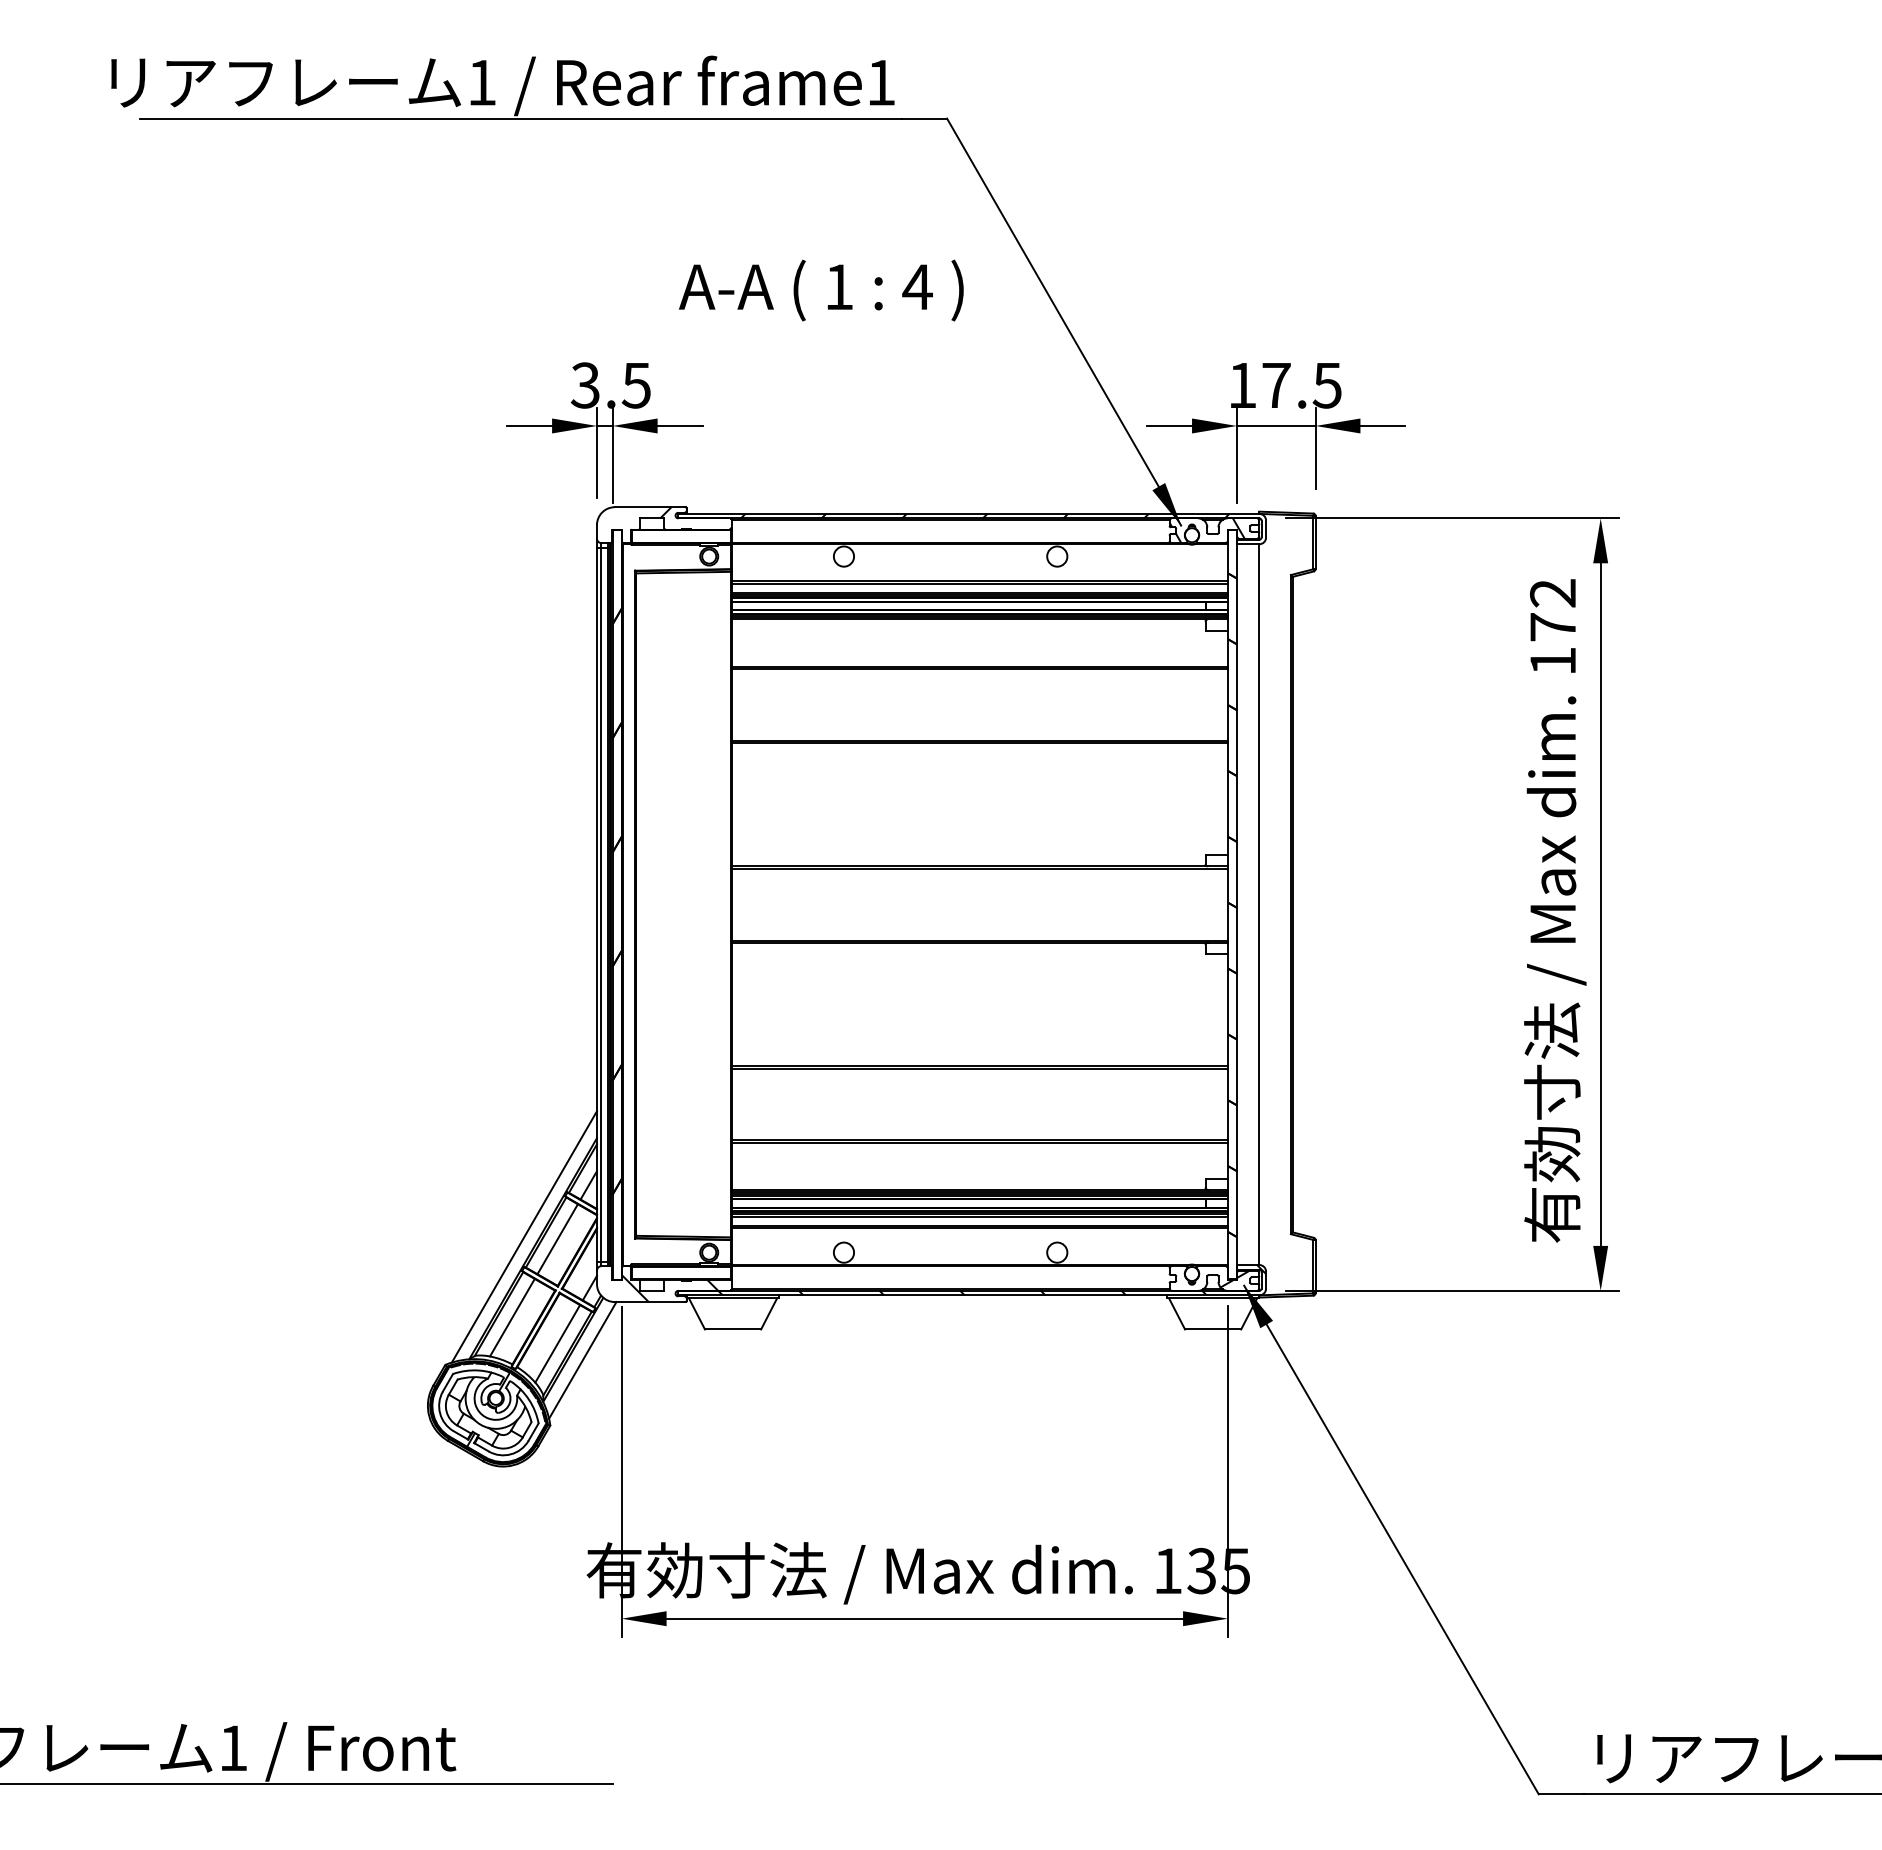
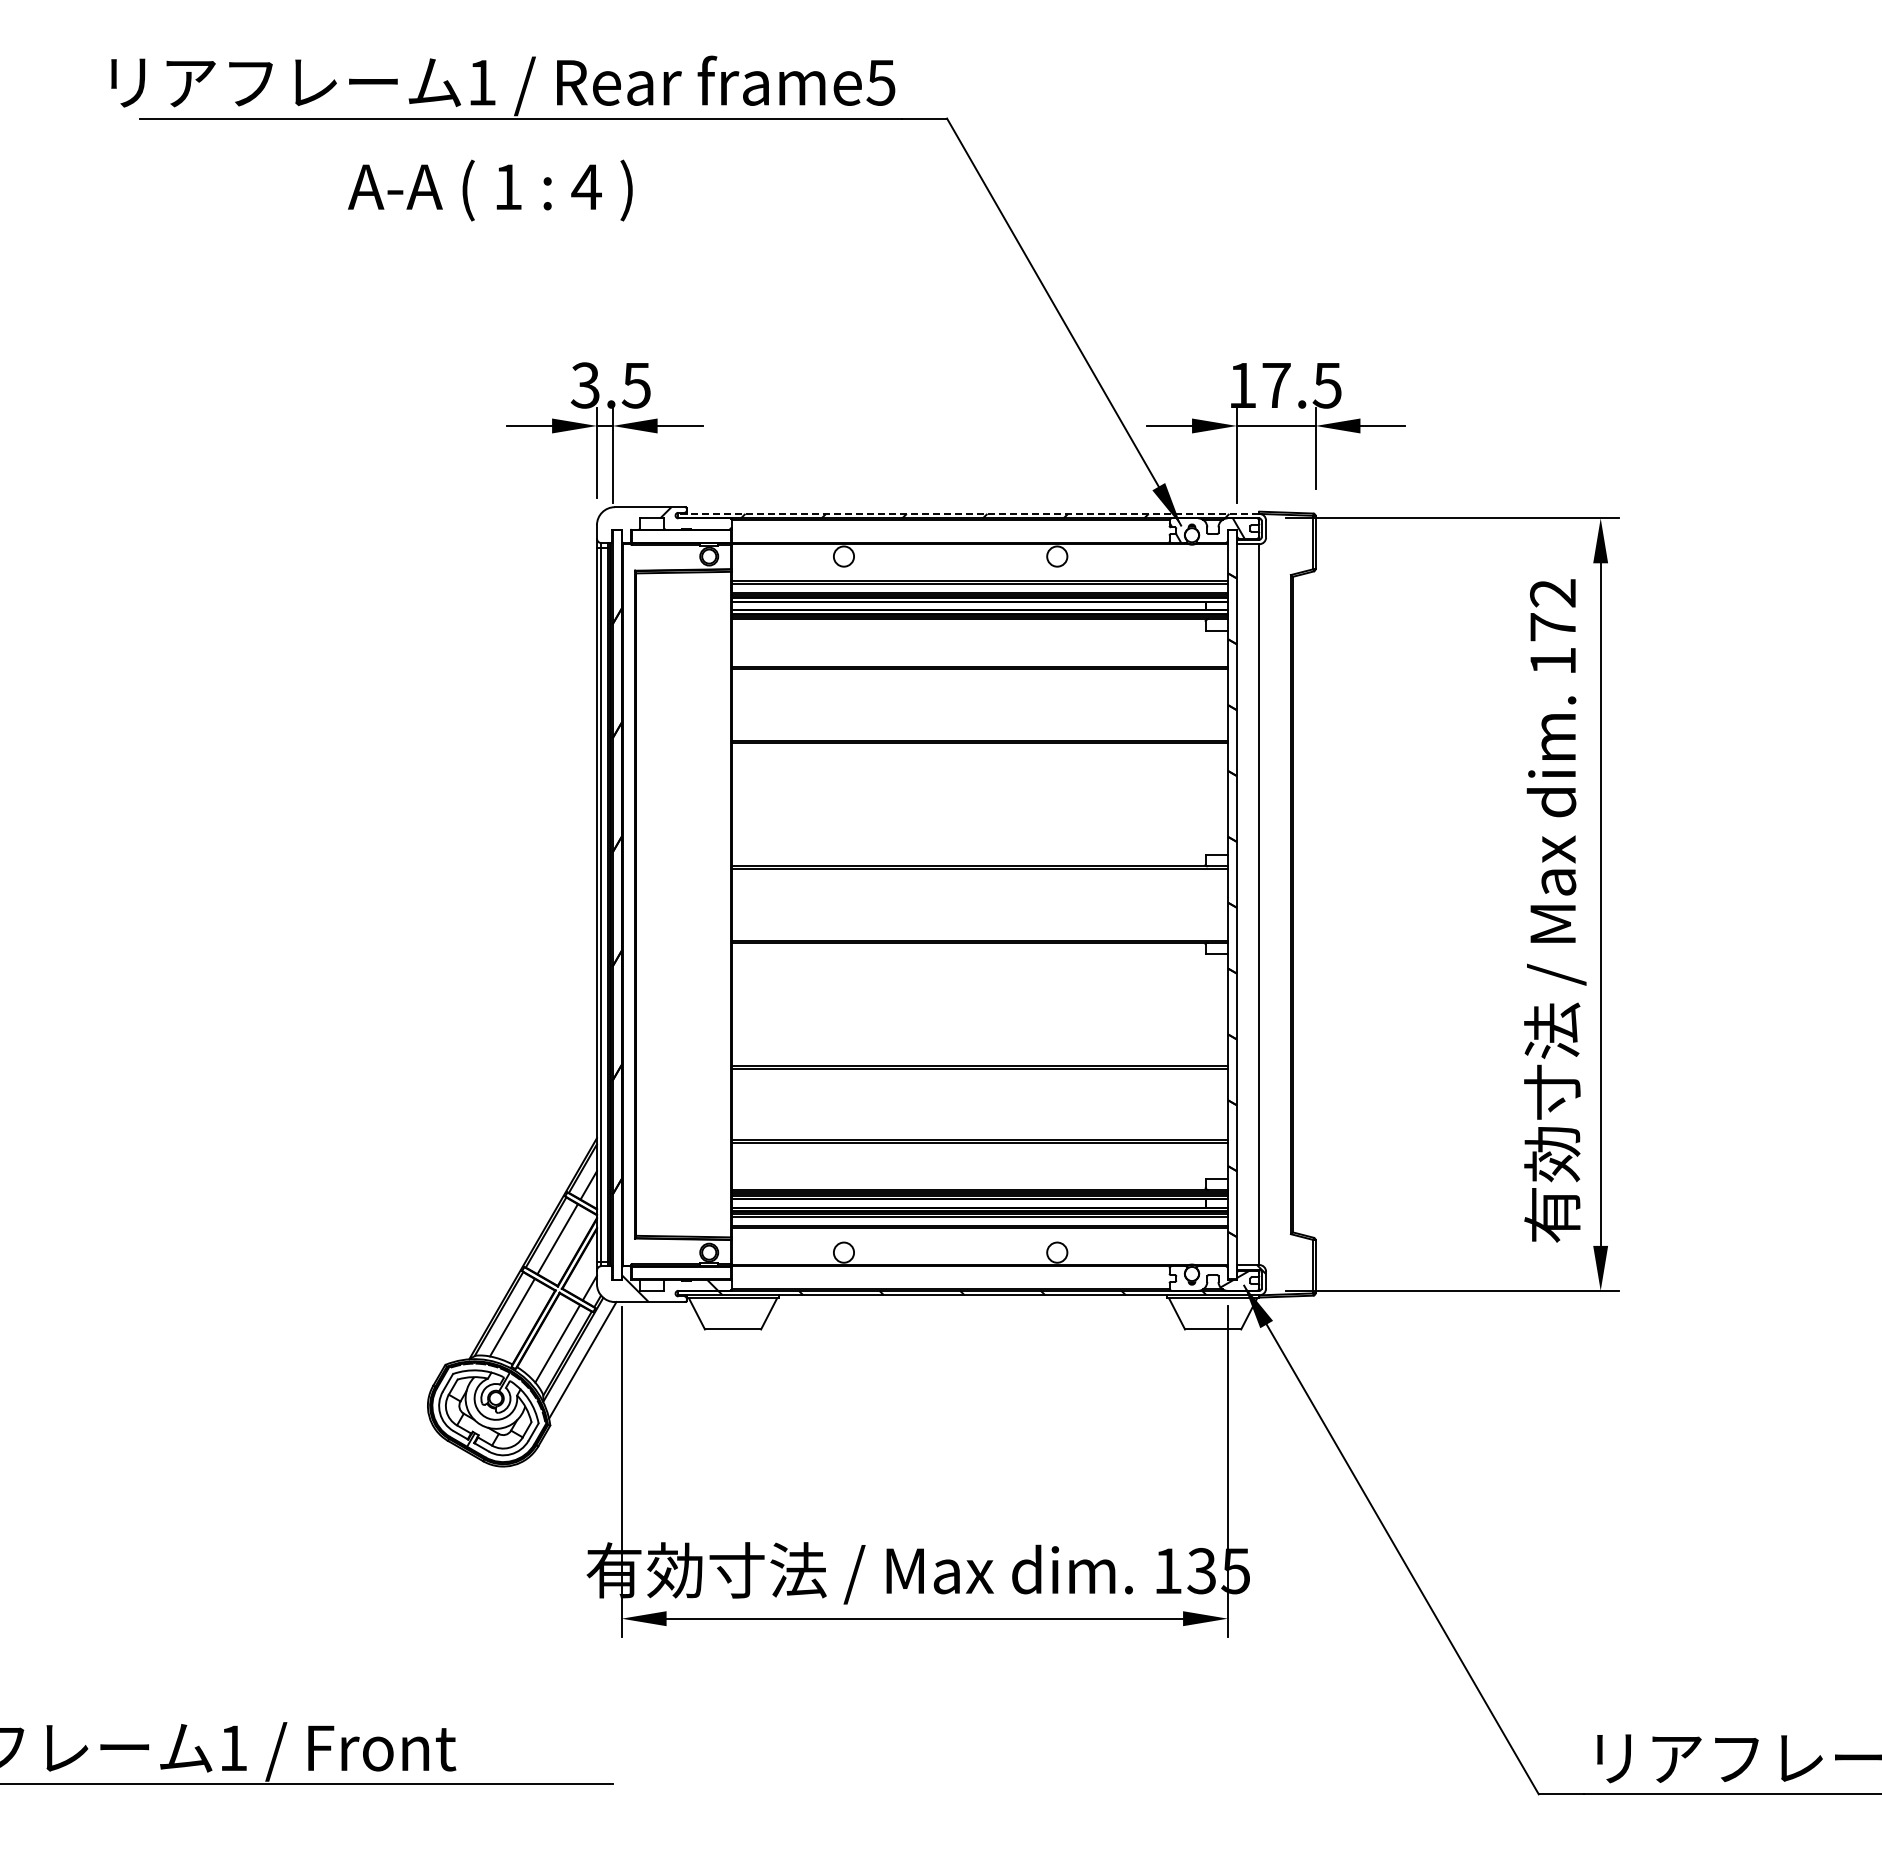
text at (880, 82): frame1 -> frame5
text at (821, 290) position: (821, 290) -> (490, 190)
line at (968, 513): solid -> dashed
line at (523, 1236): present -> none
